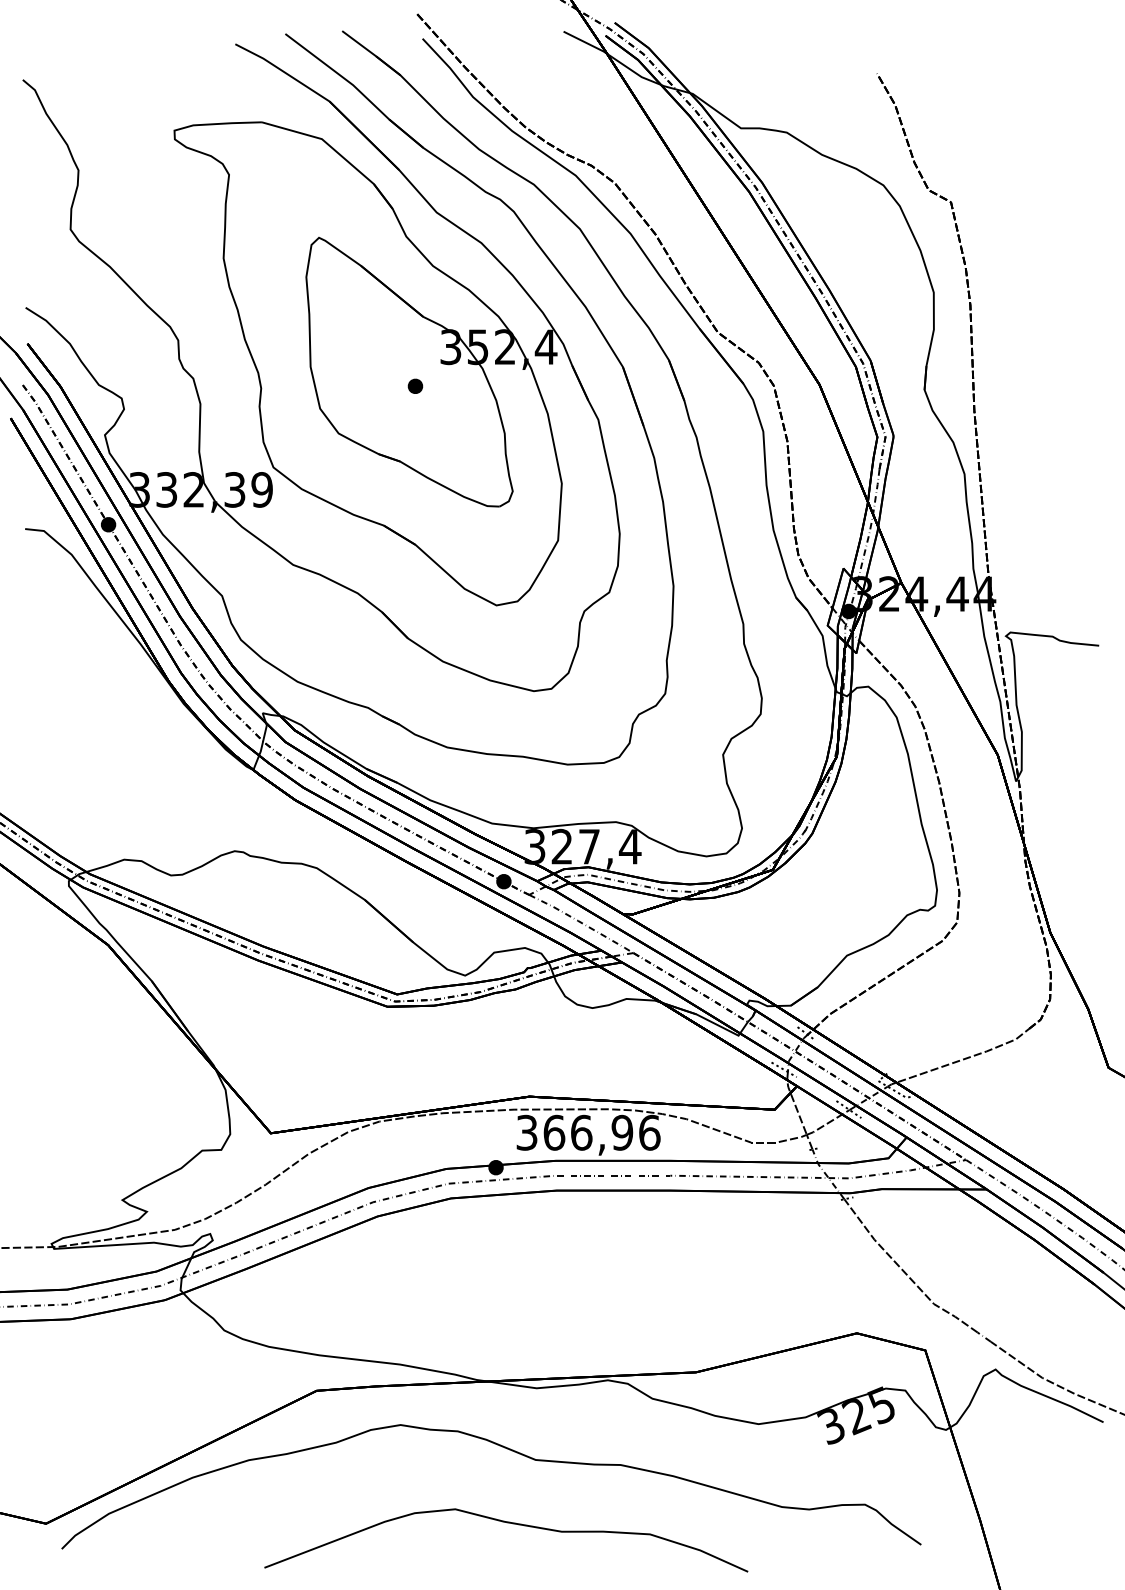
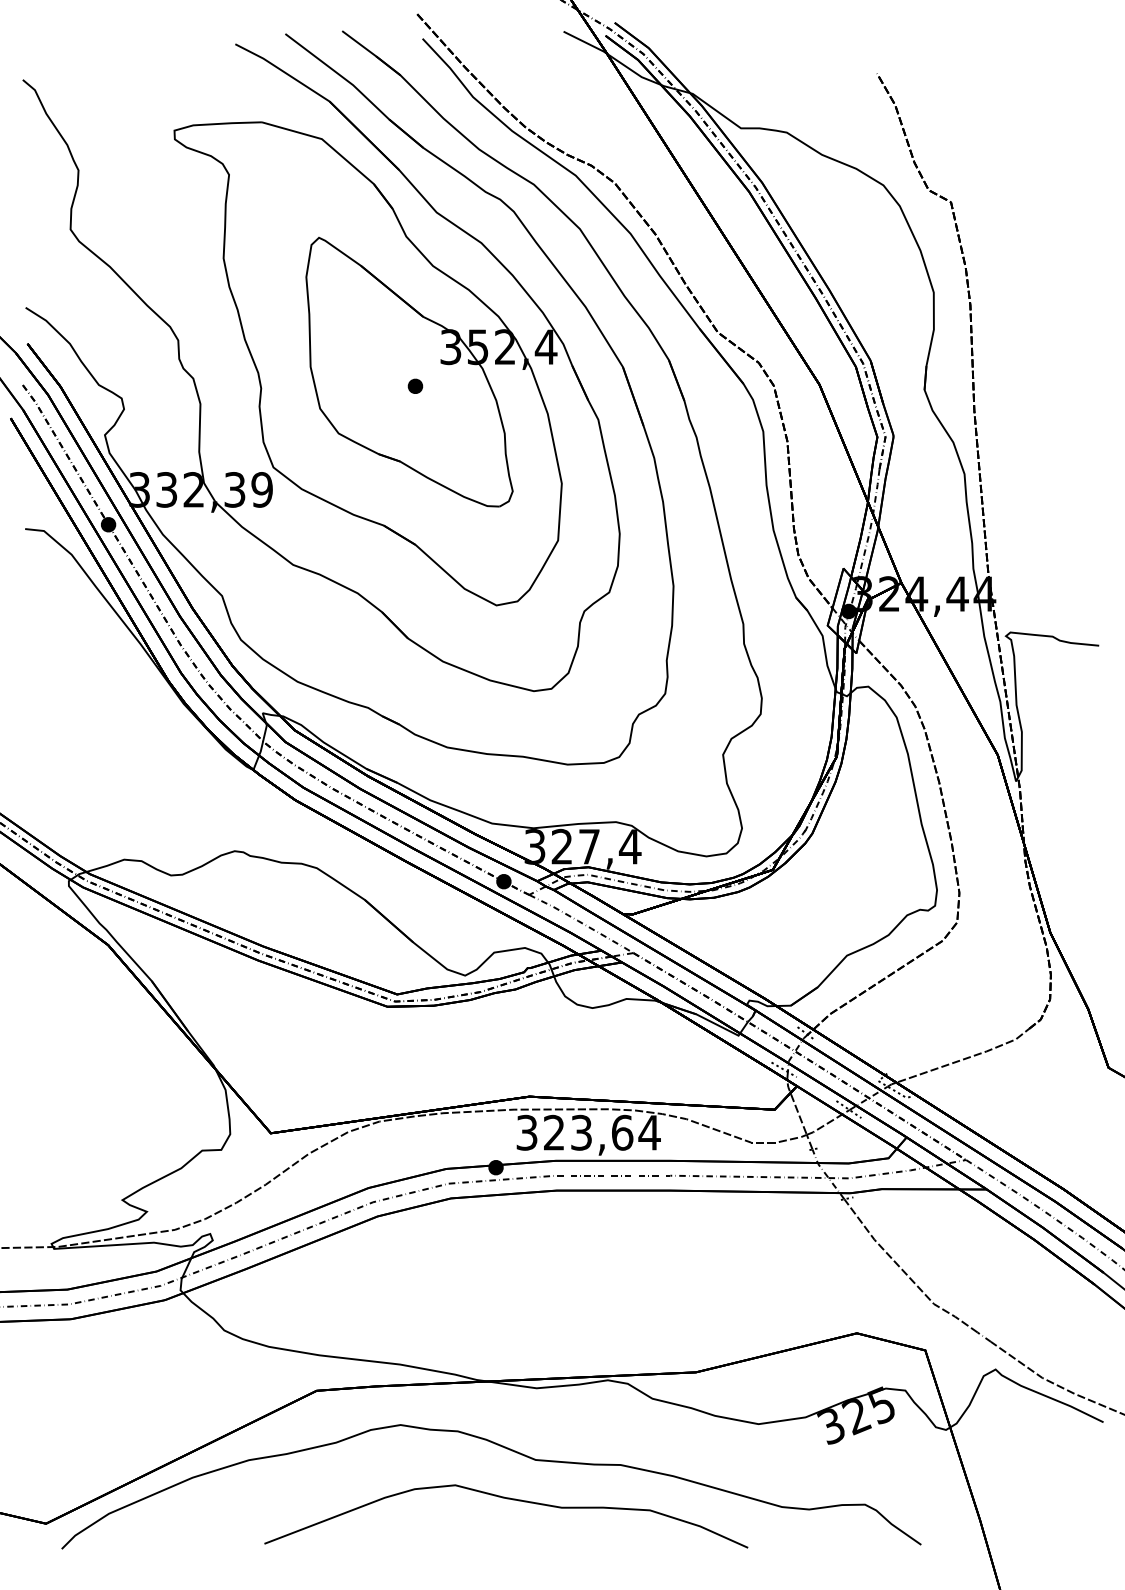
text at (601, 1132): 366,96 -> 323,64
curve at (507, 1523) position: (507, 1523) -> (507, 1499)
